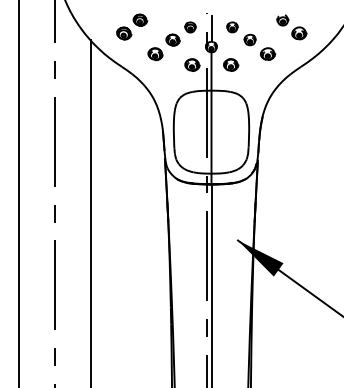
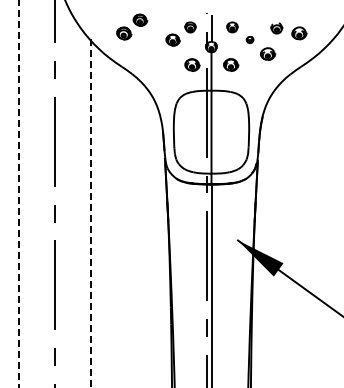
part at (282, 20) position: (282, 20) -> (276, 28)
part at (249, 39) size: 14x14 px -> 10x8 px
part at (155, 54): present -> none
line at (19, 194): solid -> dashed
line at (90, 213): solid -> dashed
